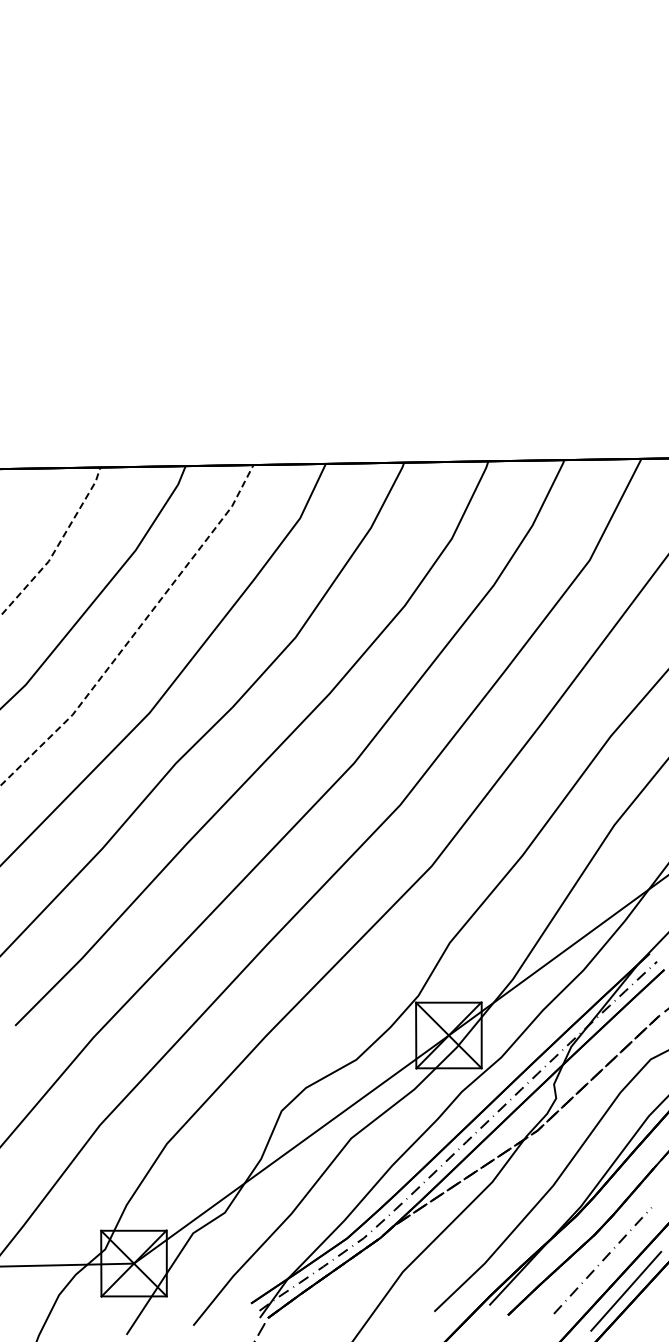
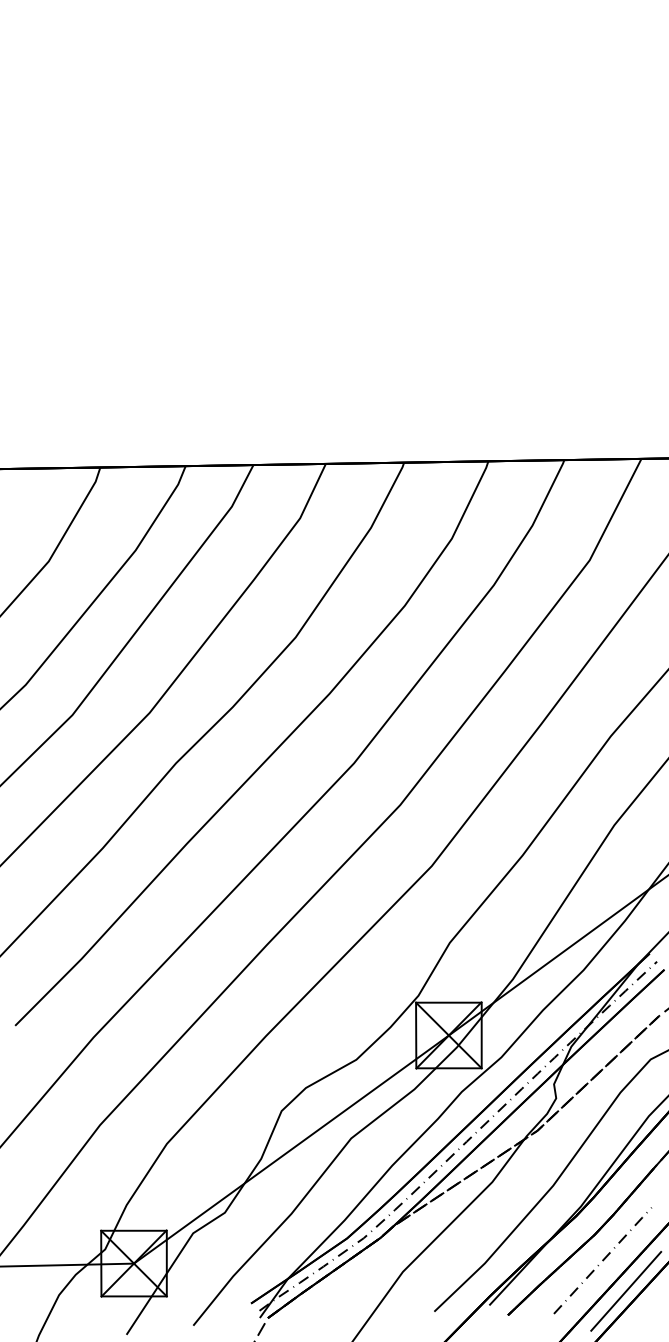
line at (57, 546): dashed -> solid
line at (136, 631): dashed -> solid
